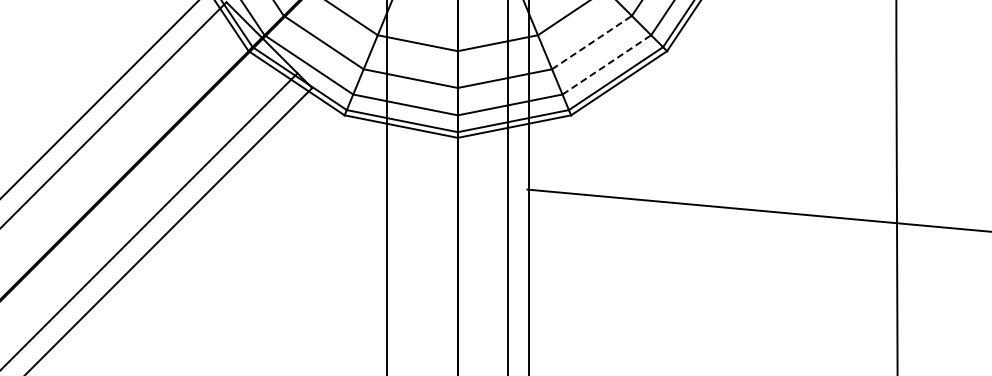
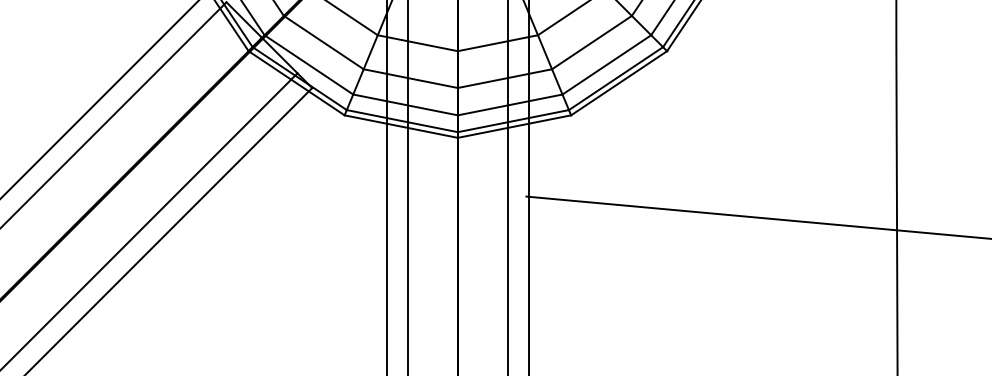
line at (592, 42): dashed -> solid
line at (607, 64): dashed -> solid
line at (407, 187): none -> present
line at (757, 210) position: (757, 210) -> (757, 217)
